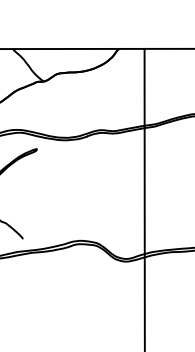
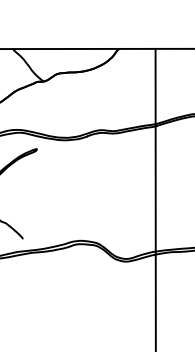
line at (144, 198) position: (144, 198) -> (155, 198)
